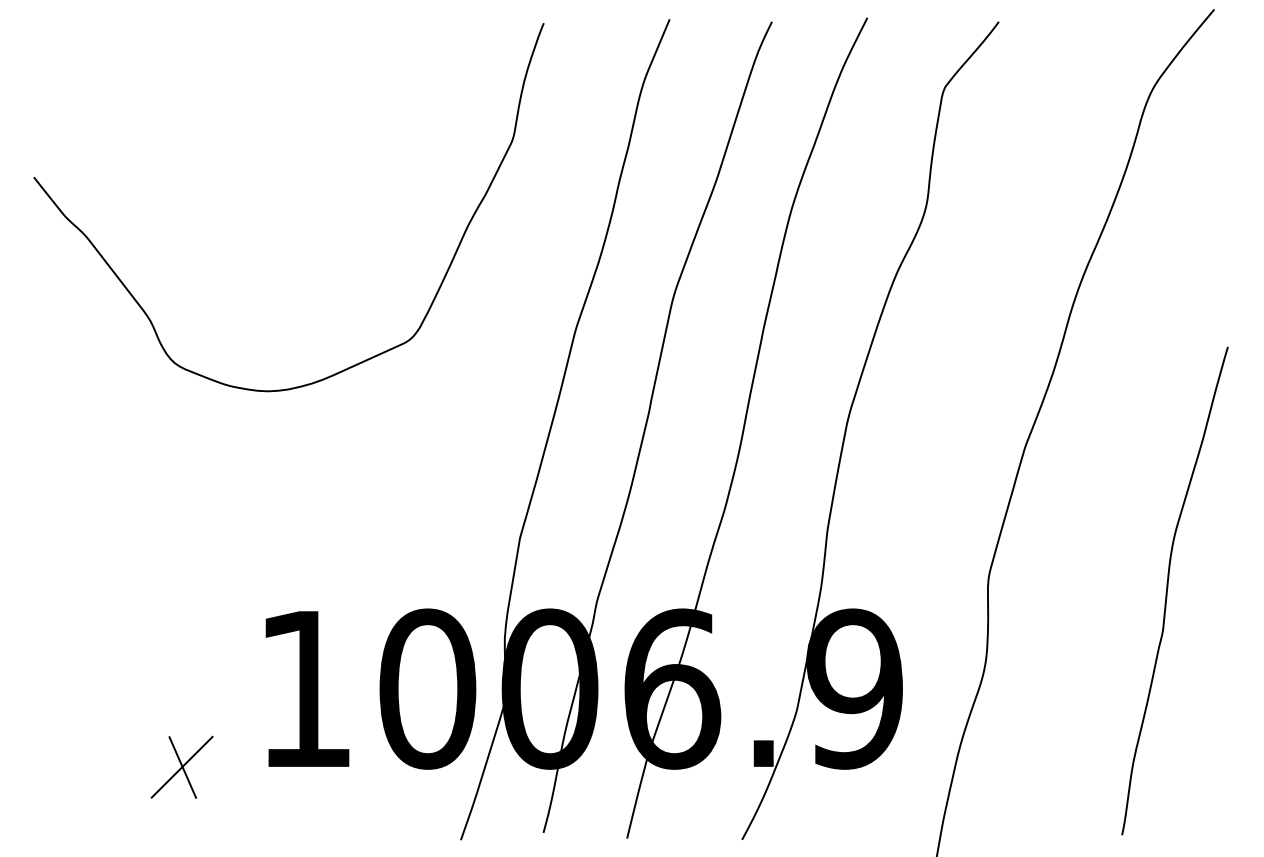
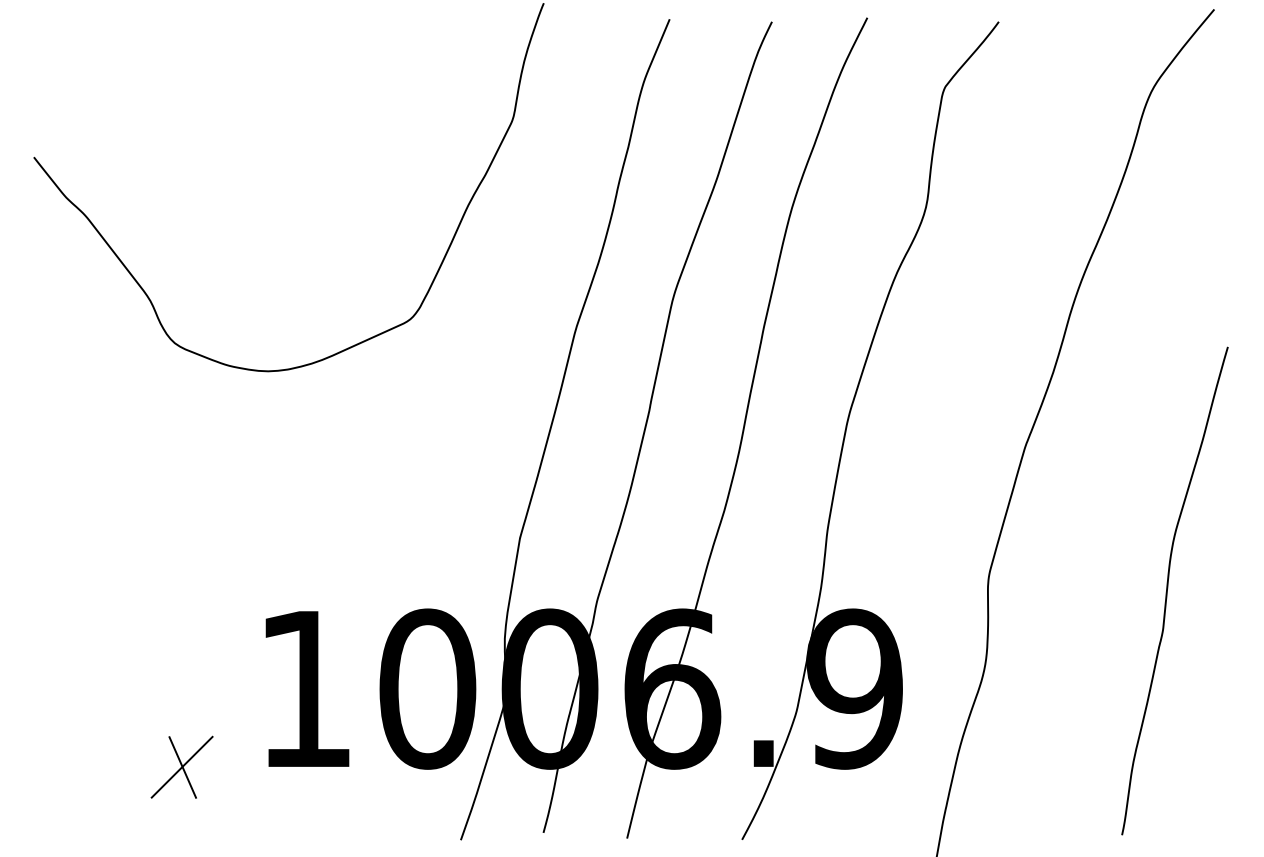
curve at (440, 283) position: (440, 283) -> (440, 263)
